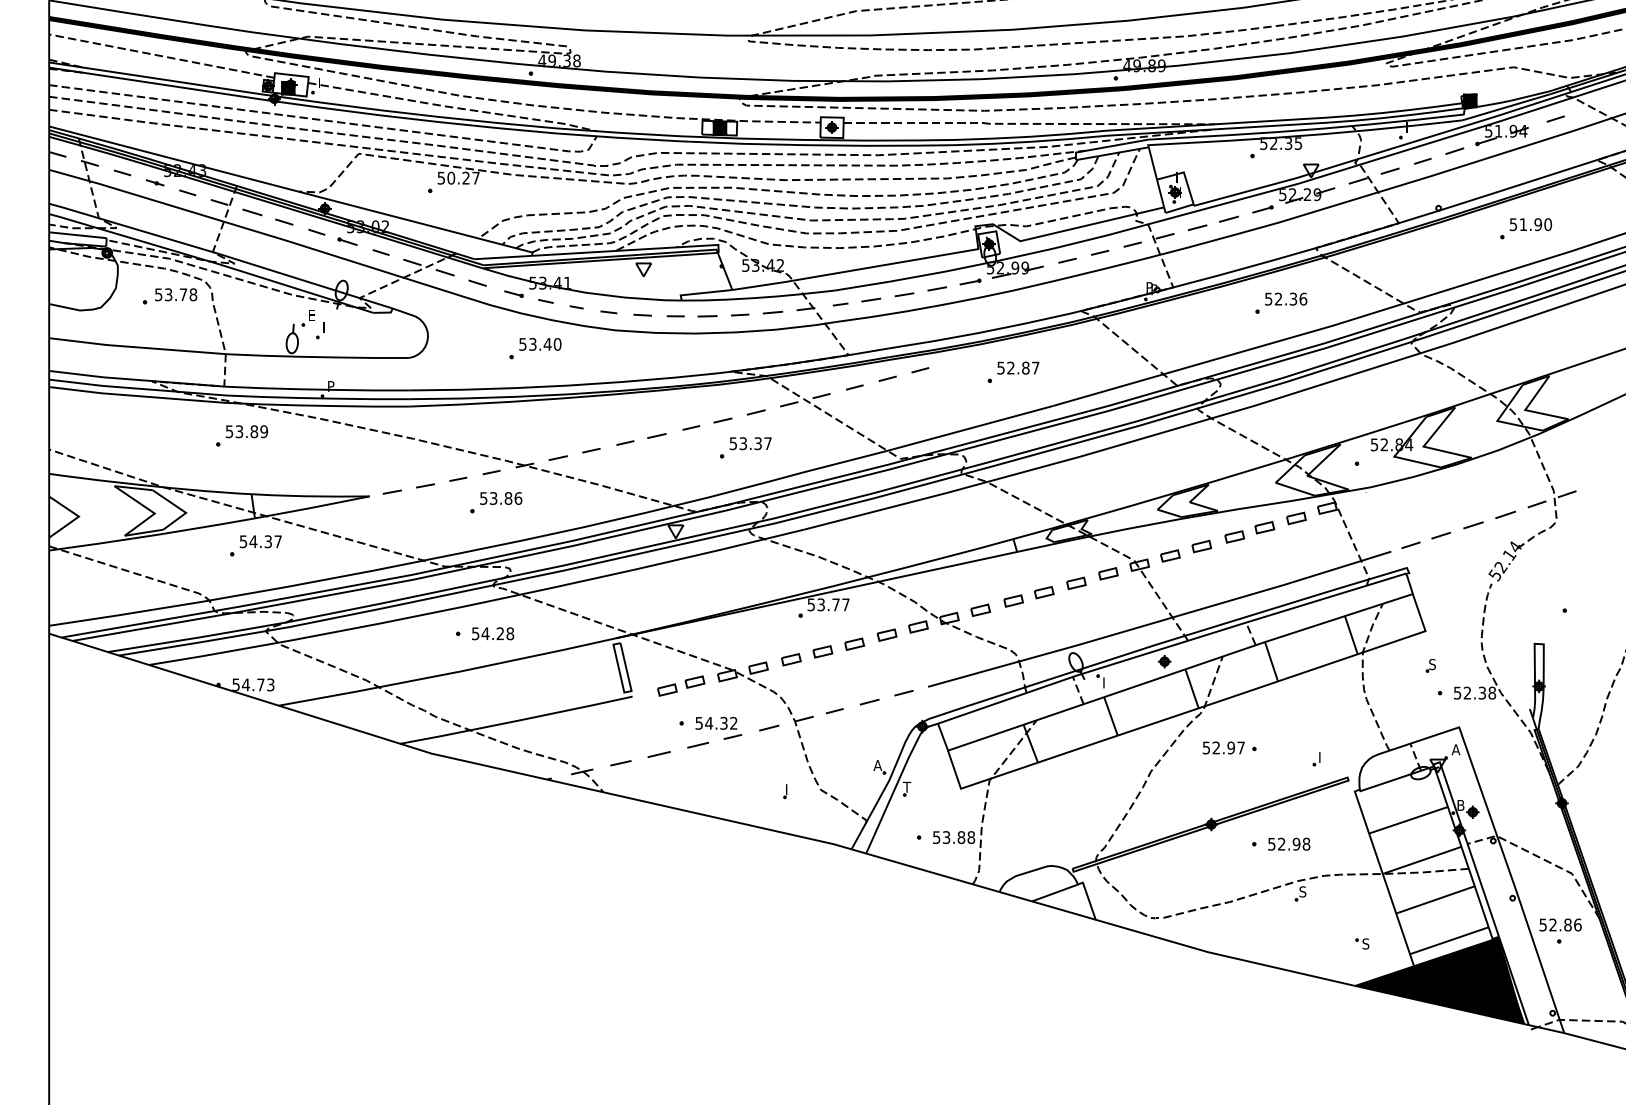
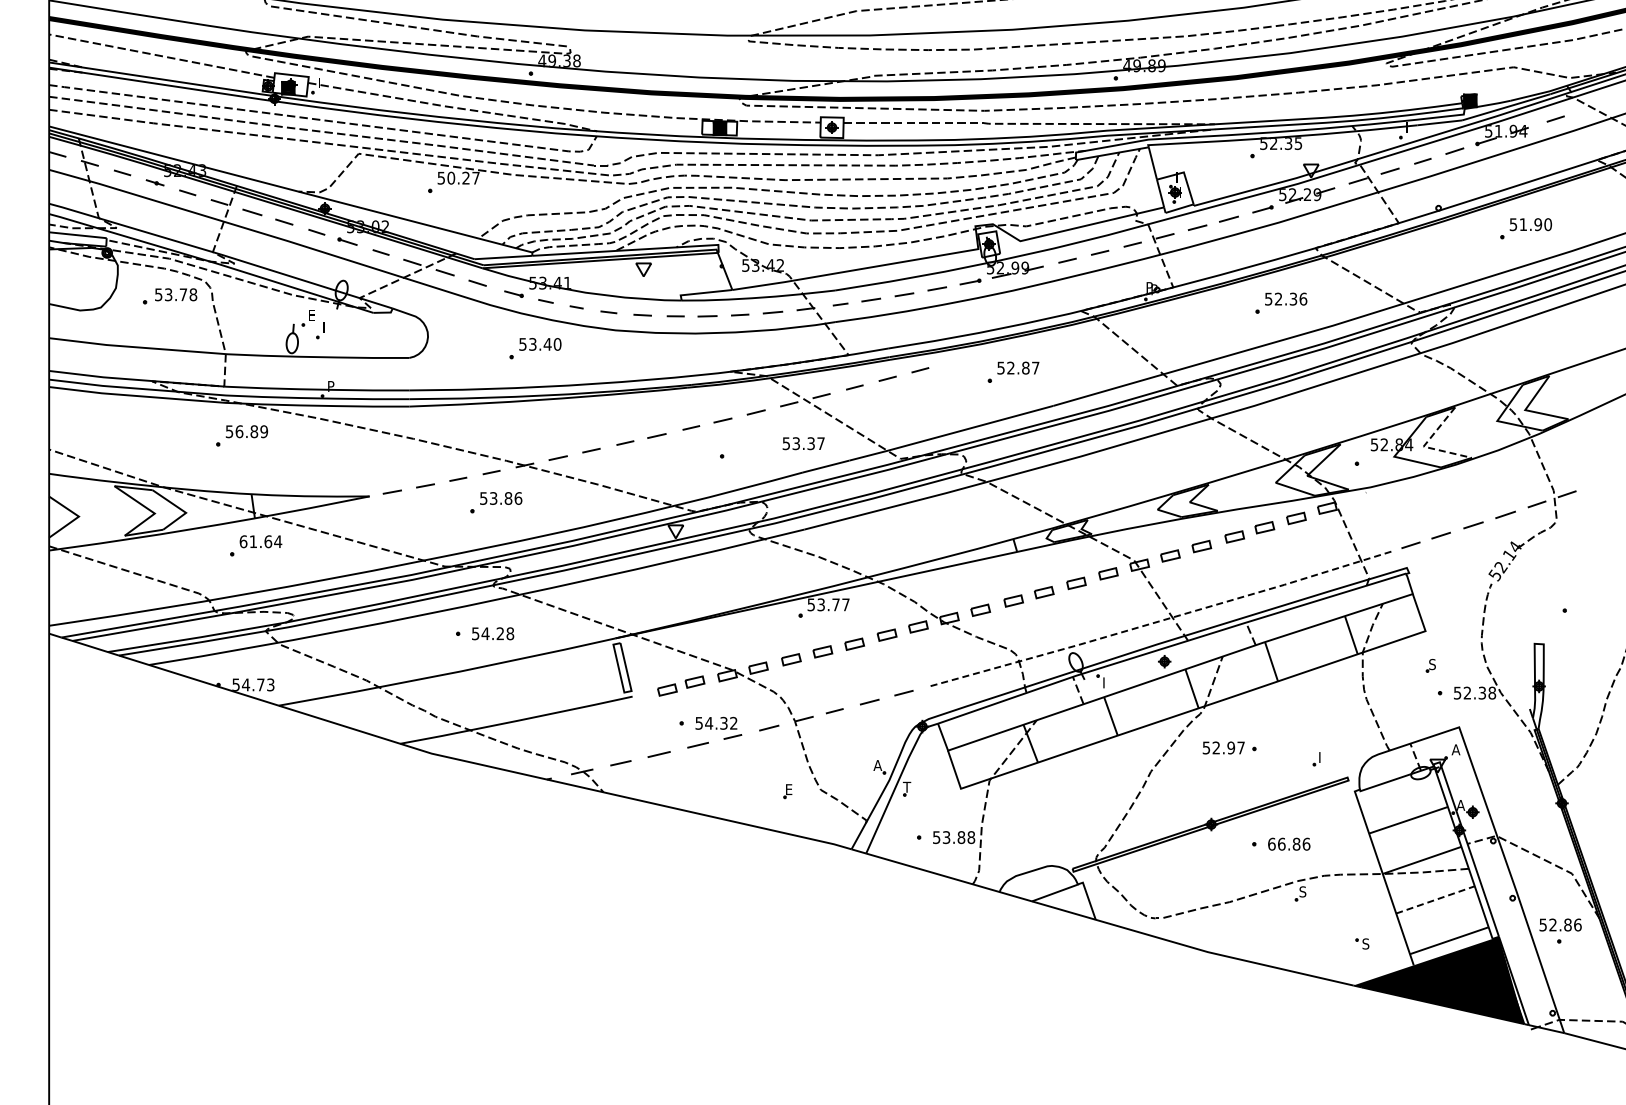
text at (239, 431): 53.89 -> 56.89
text at (750, 443) position: (750, 443) -> (803, 443)
line at (1423, 446): solid -> dashed
text at (260, 541): 54.37 -> 61.64
line at (1159, 621): solid -> dashed
text at (789, 789): I -> E
text at (1461, 805): B -> A
text at (1289, 843): 52.98 -> 66.86
line at (1435, 899): solid -> dashed
